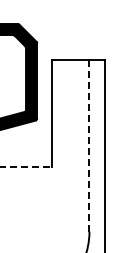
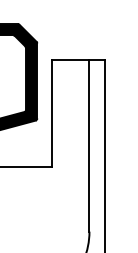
line at (89, 145): dashed -> solid
line at (26, 167): dashed -> solid
